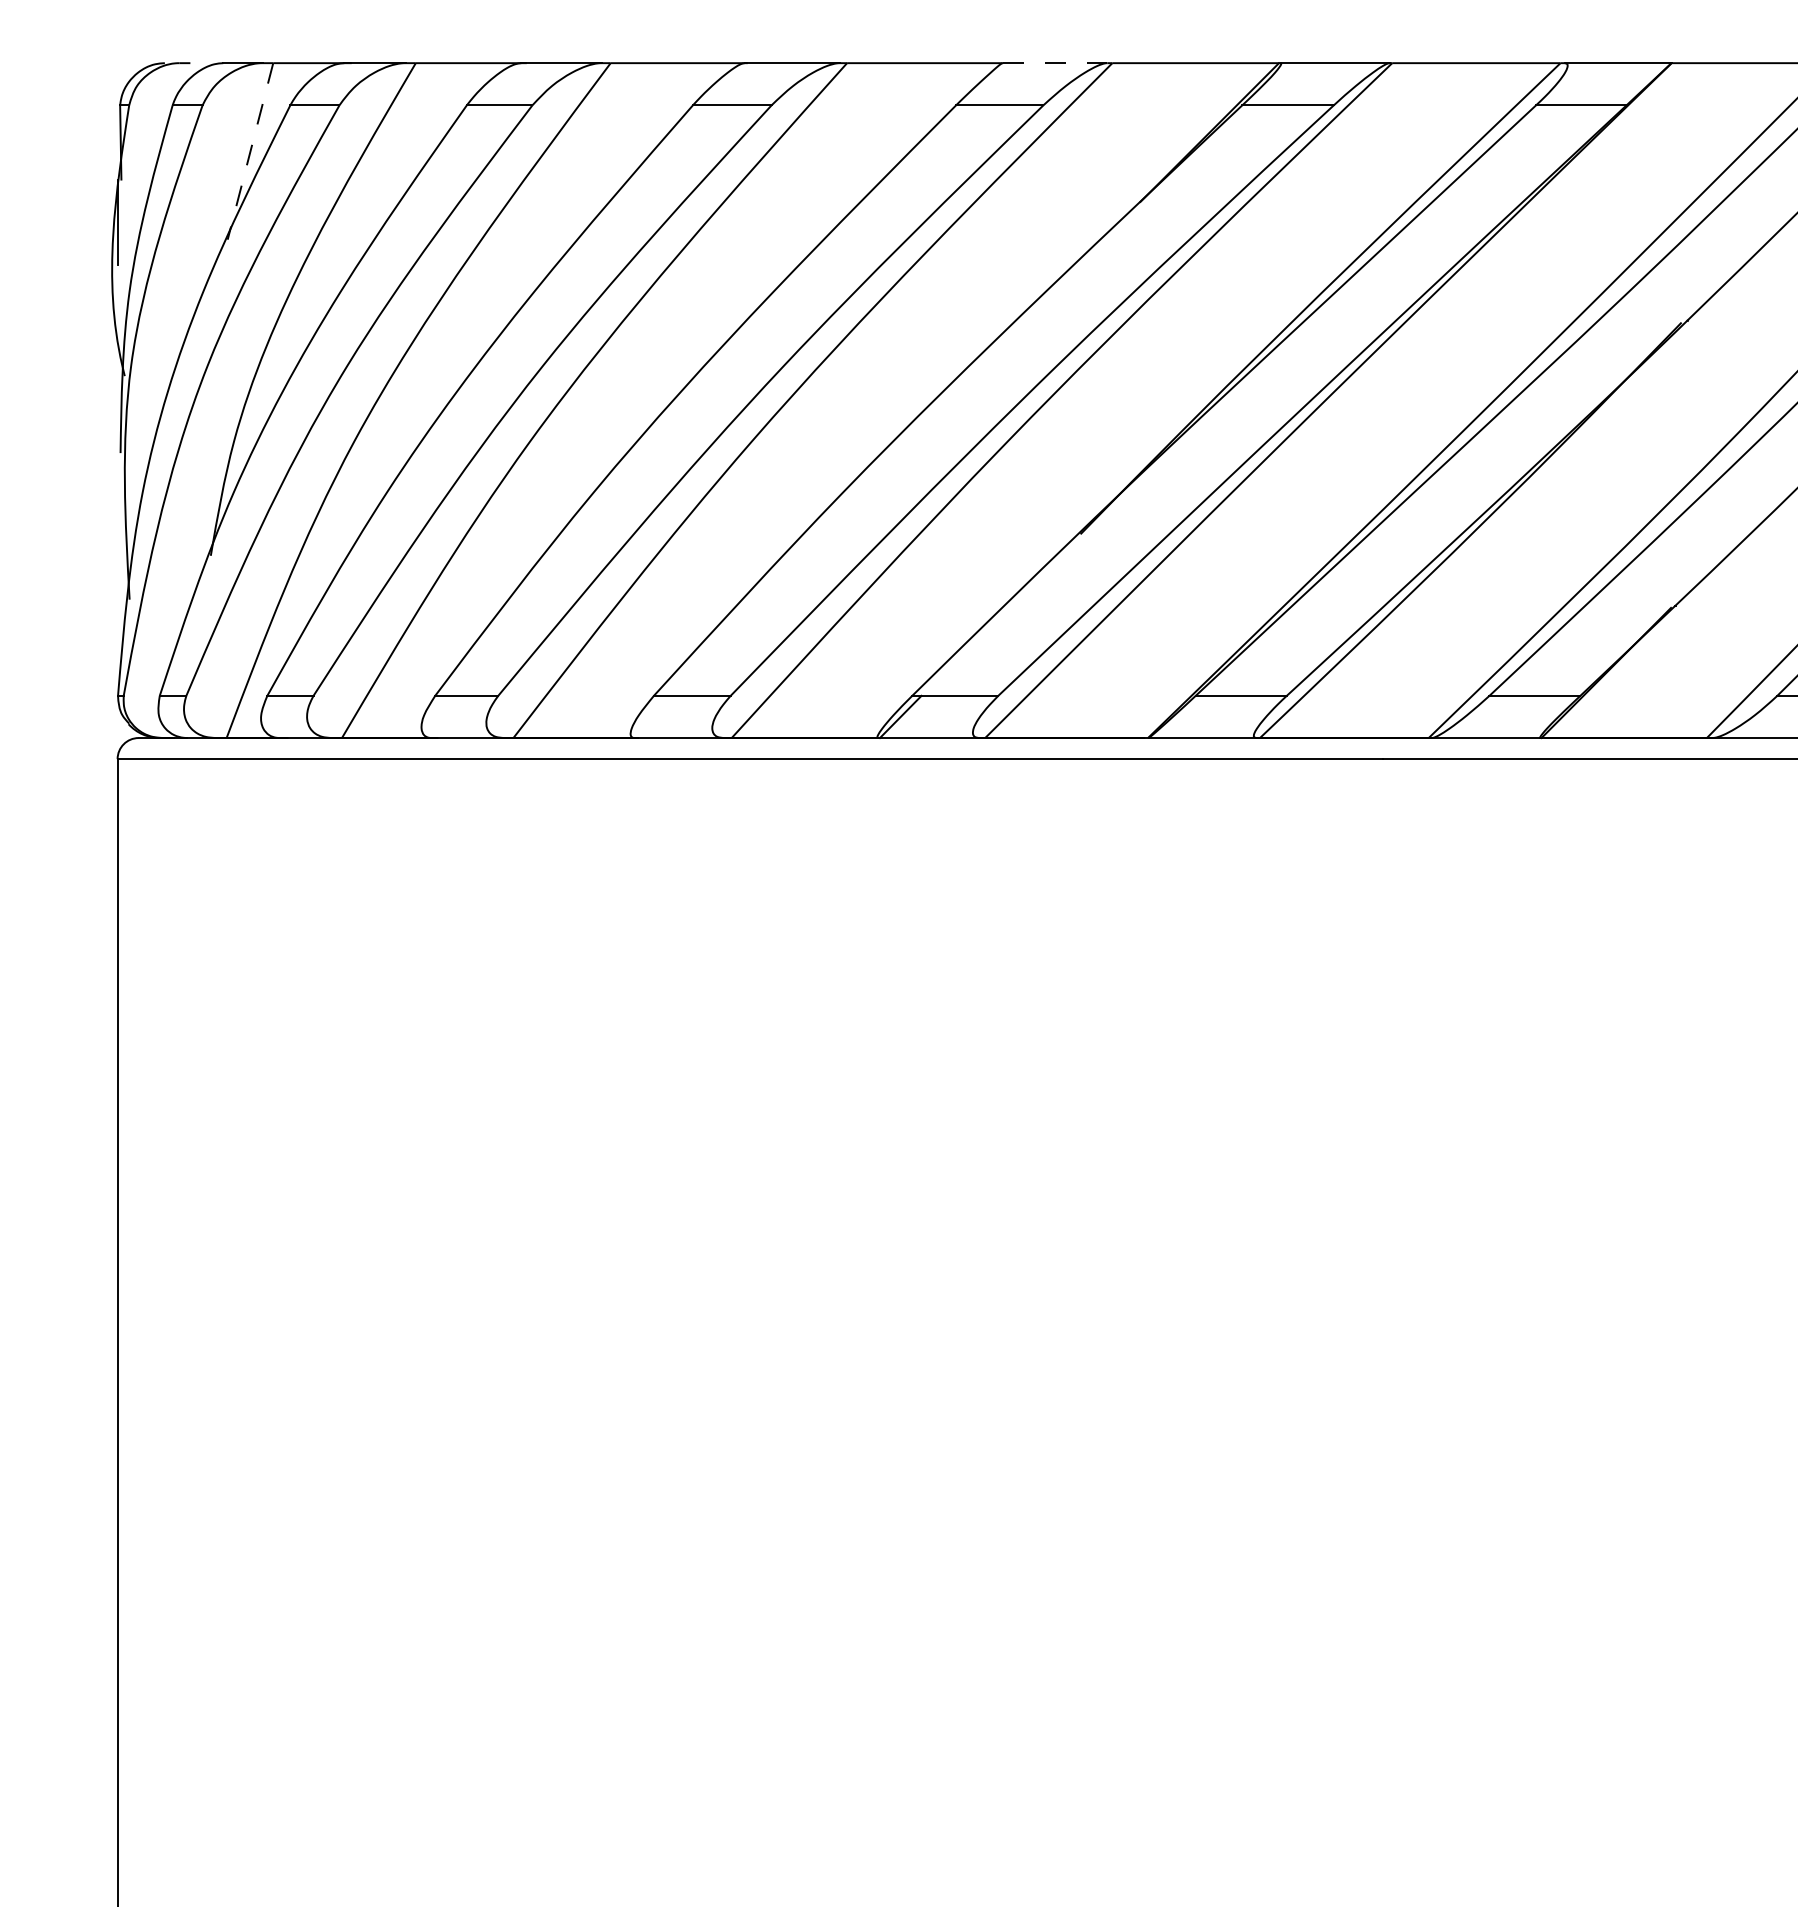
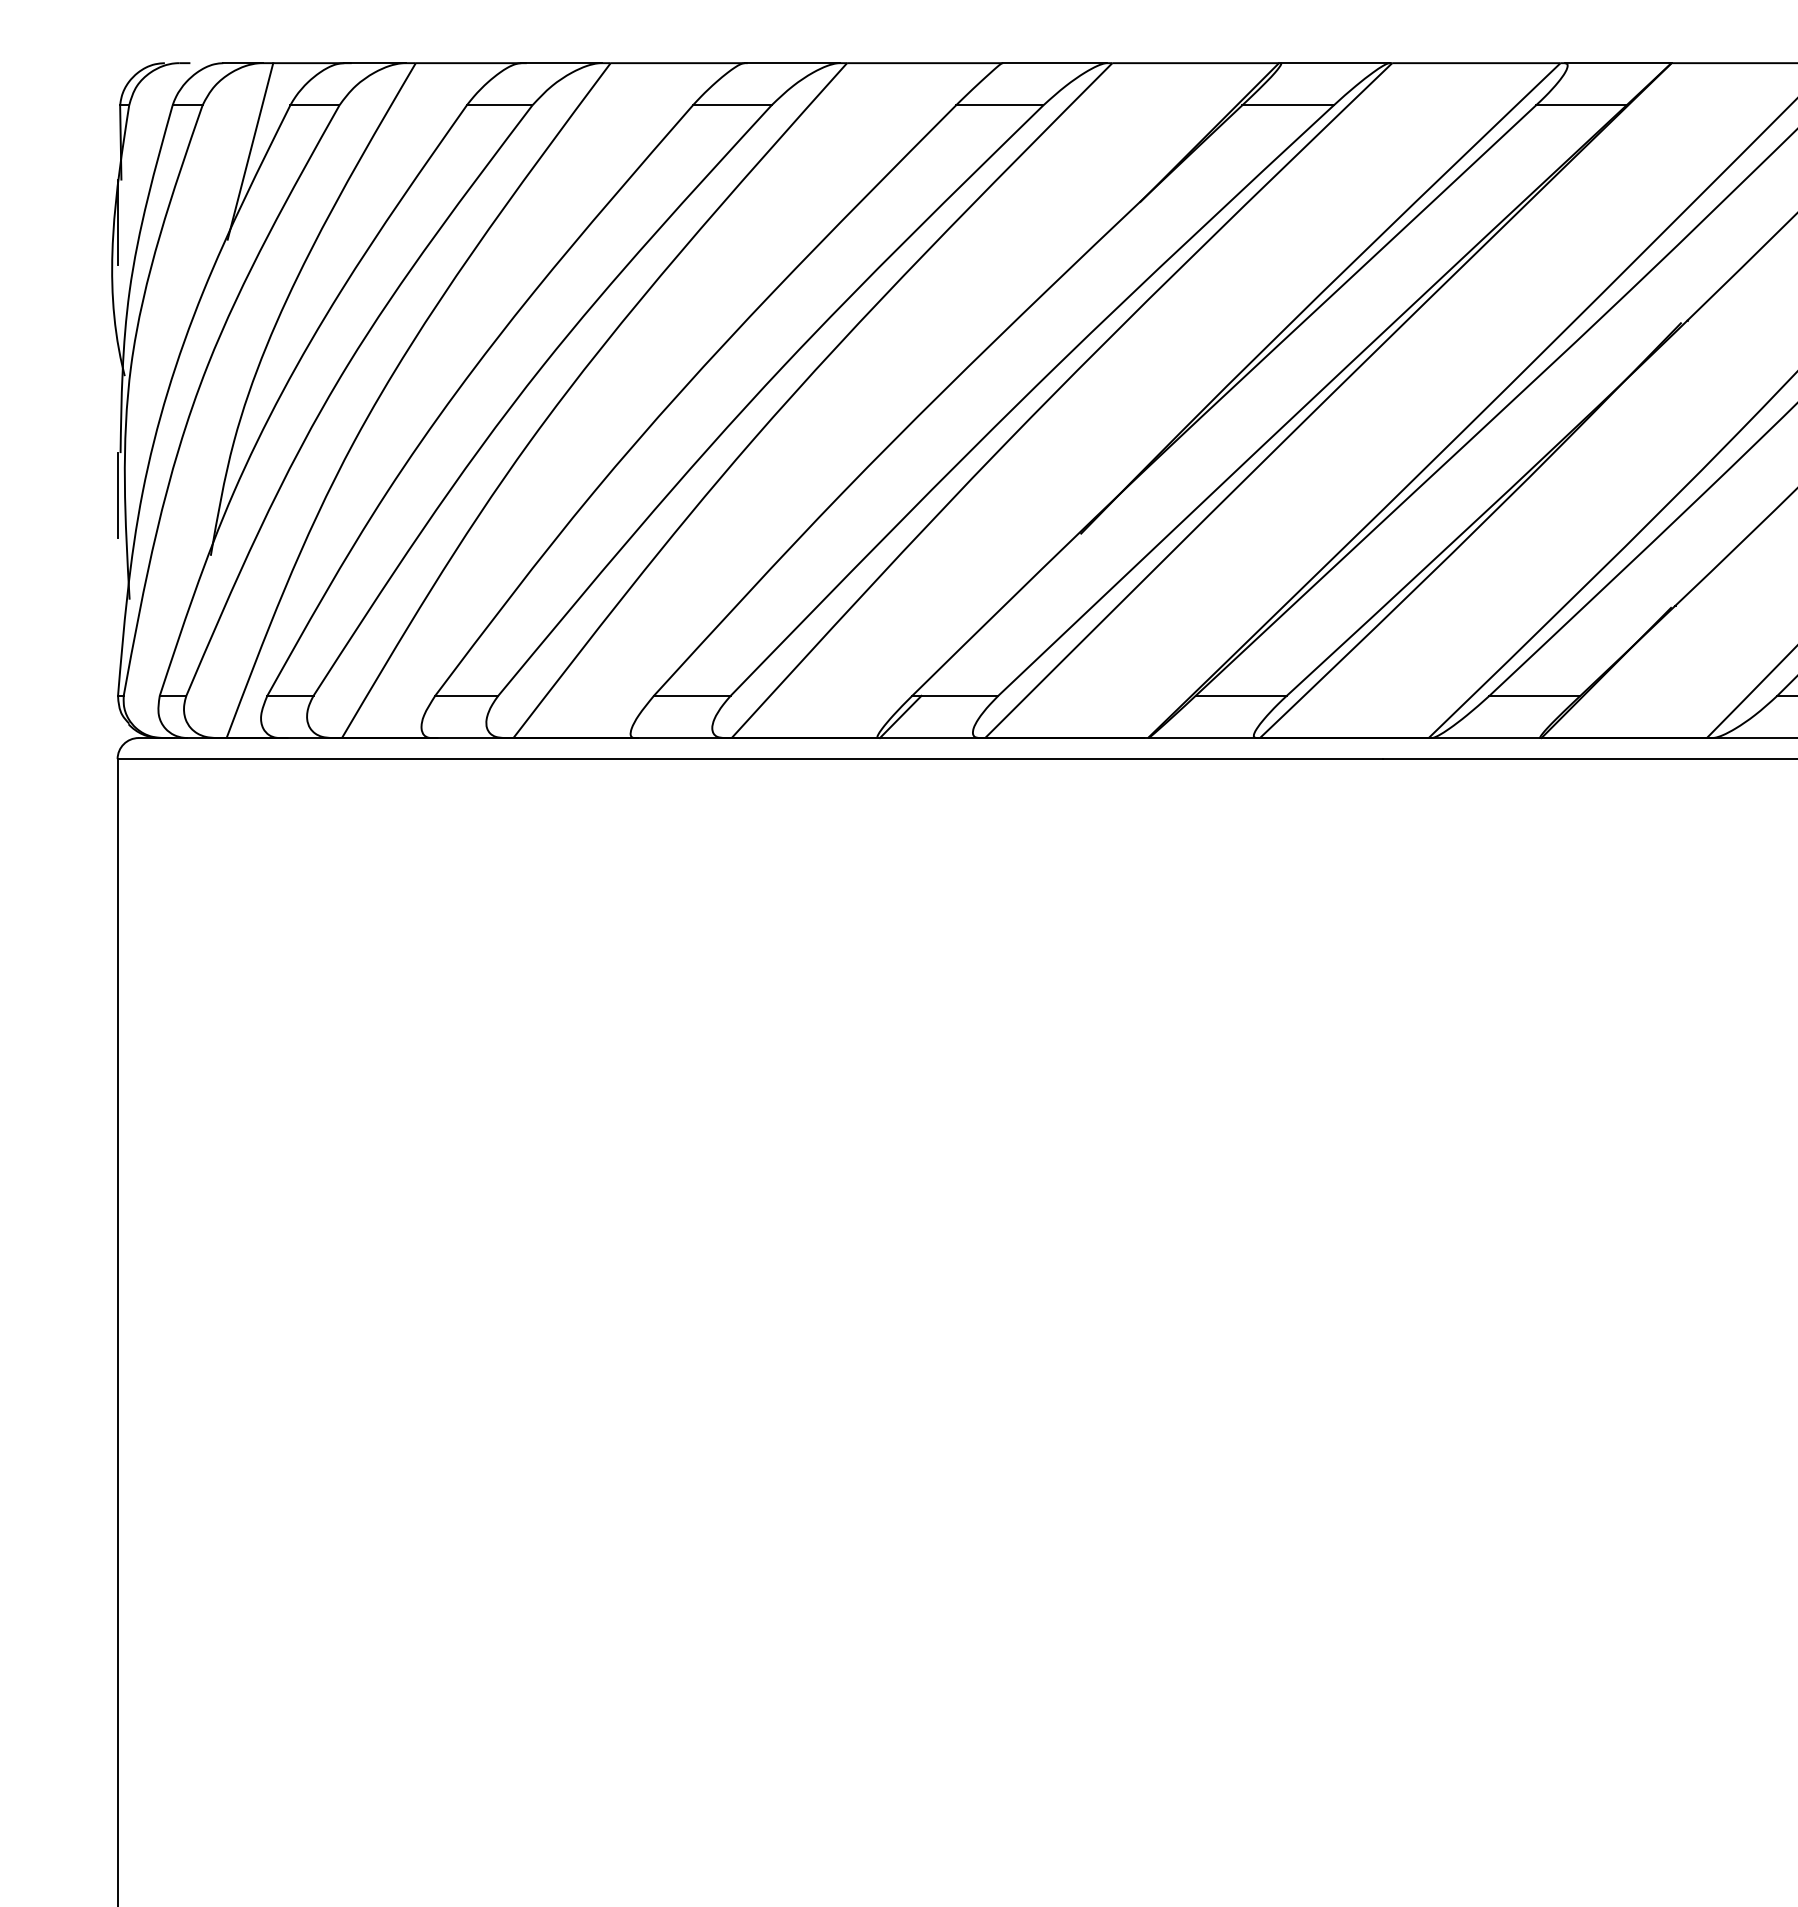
line at (1055, 63): dashed -> solid
line at (250, 151): dashed -> solid
line at (117, 495): none -> present
